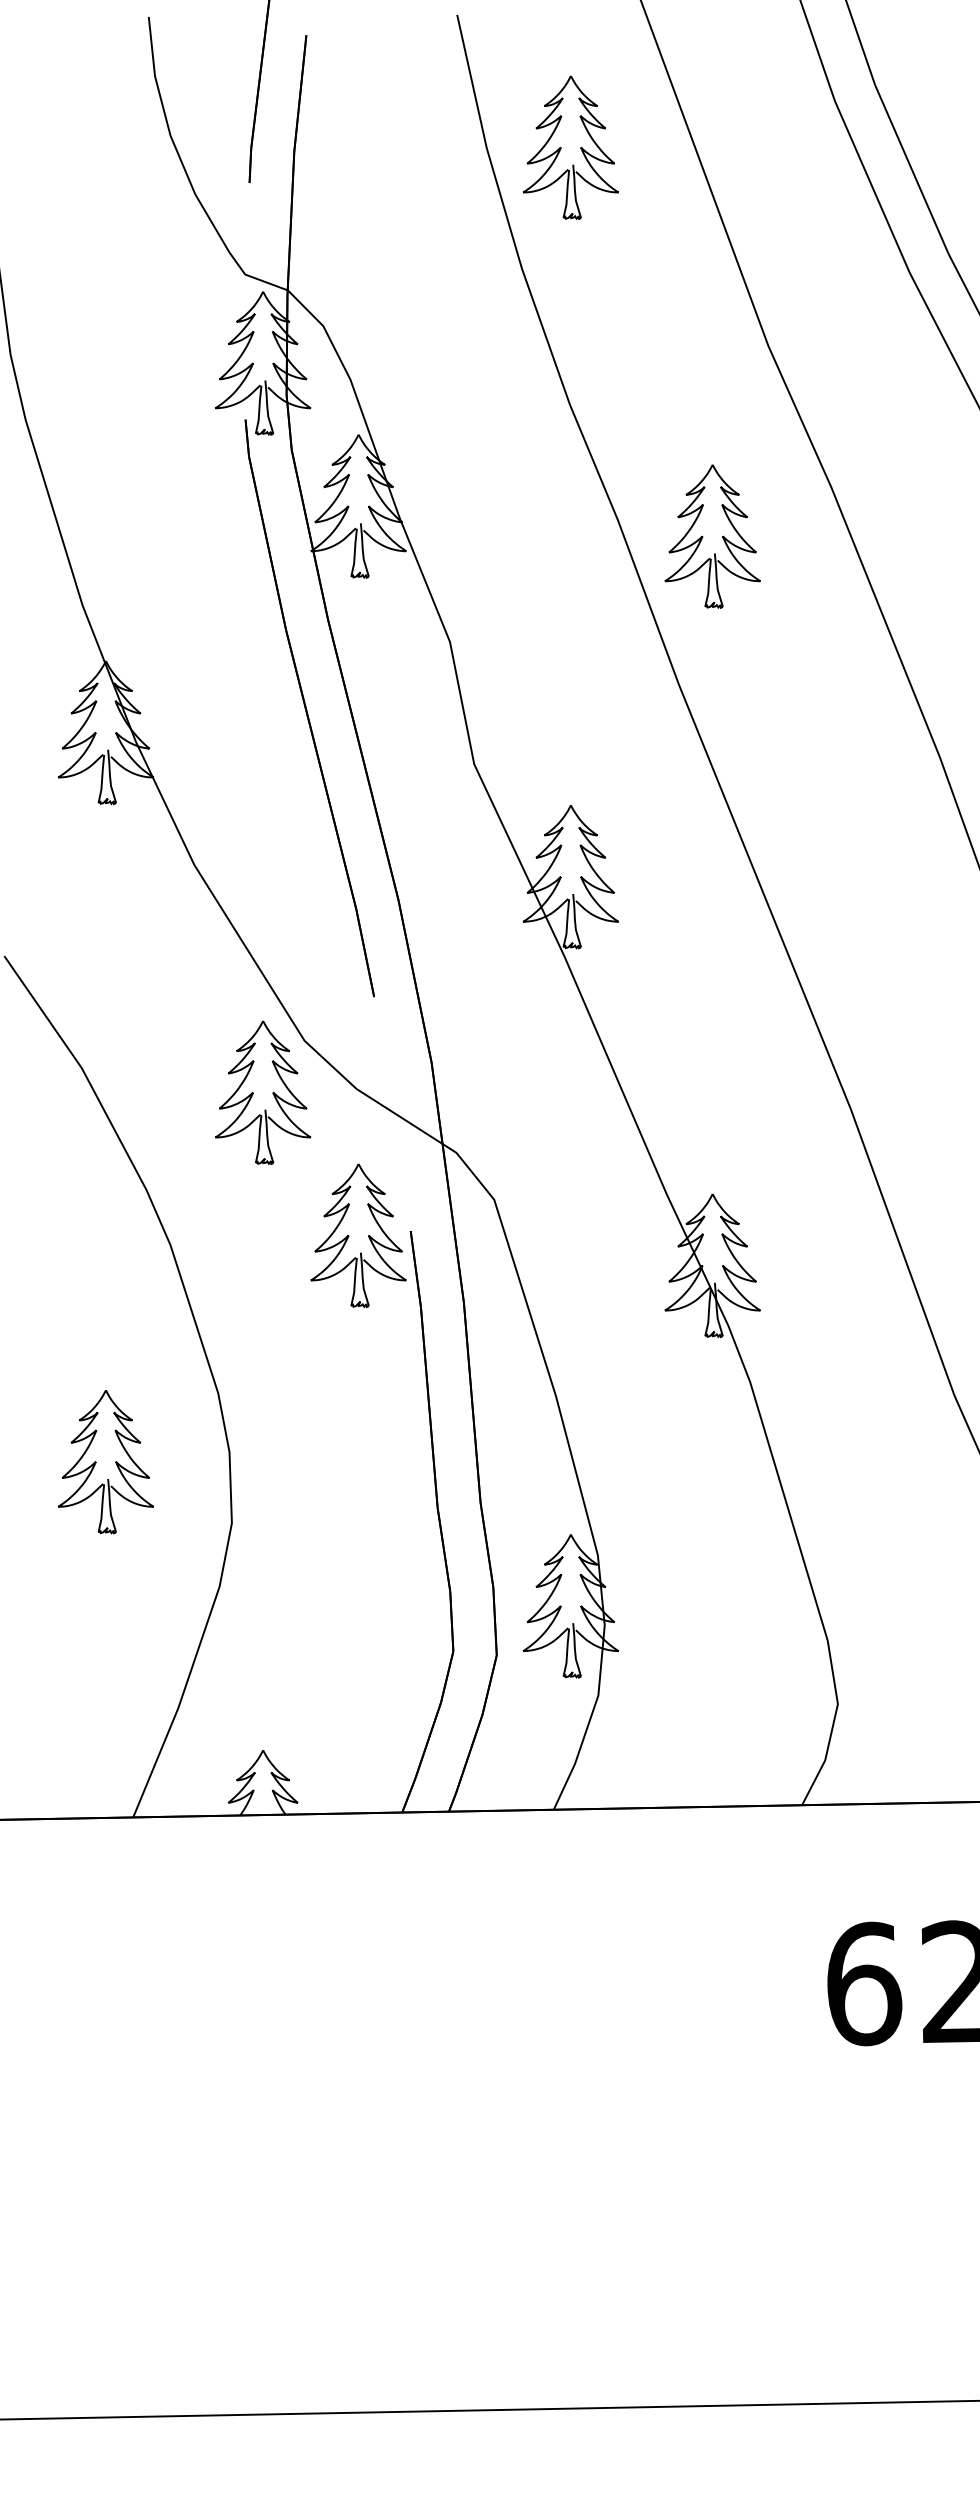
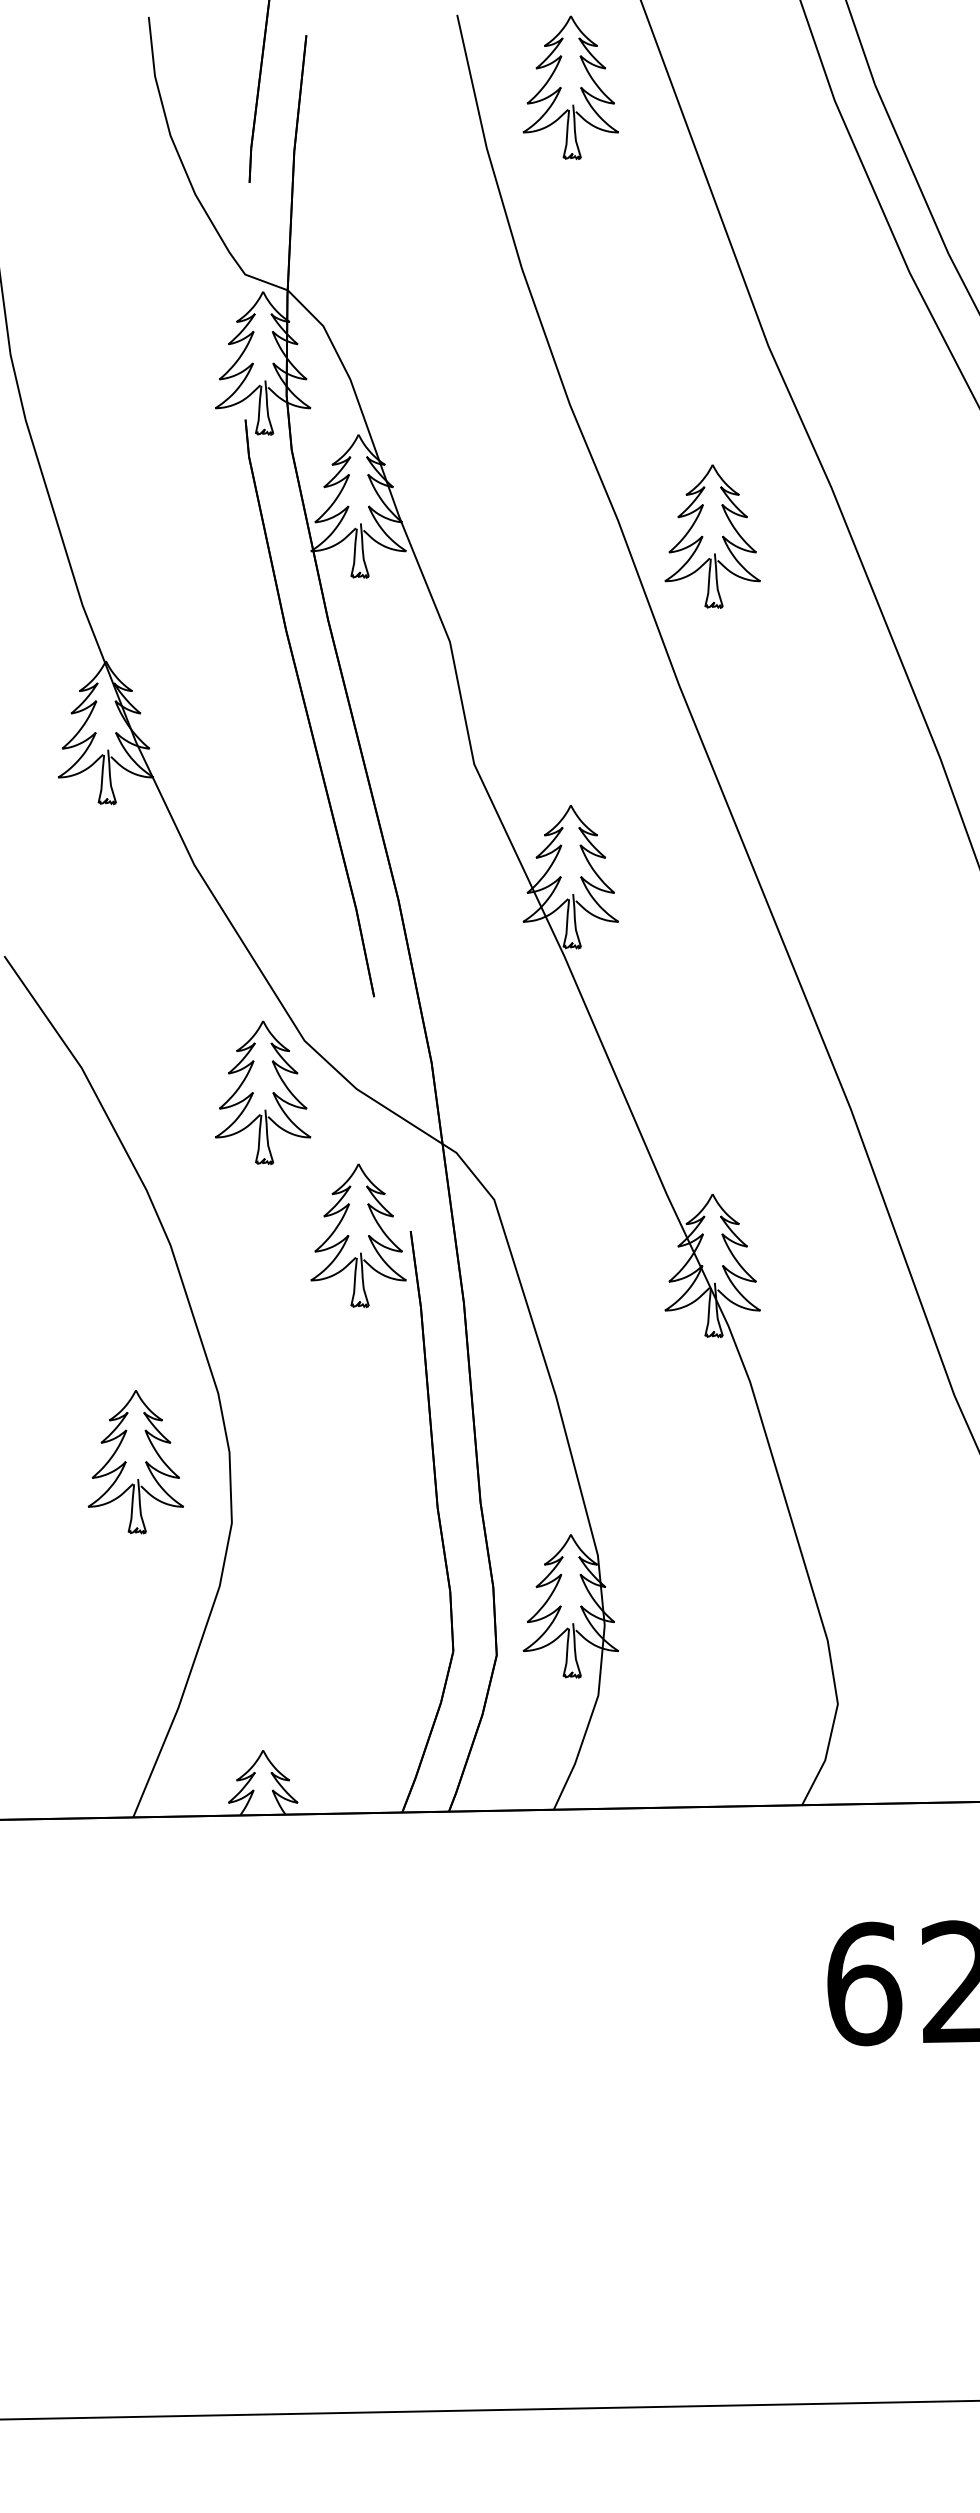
part at (570, 147) position: (570, 147) -> (570, 87)
part at (105, 1462) position: (105, 1462) -> (135, 1462)
